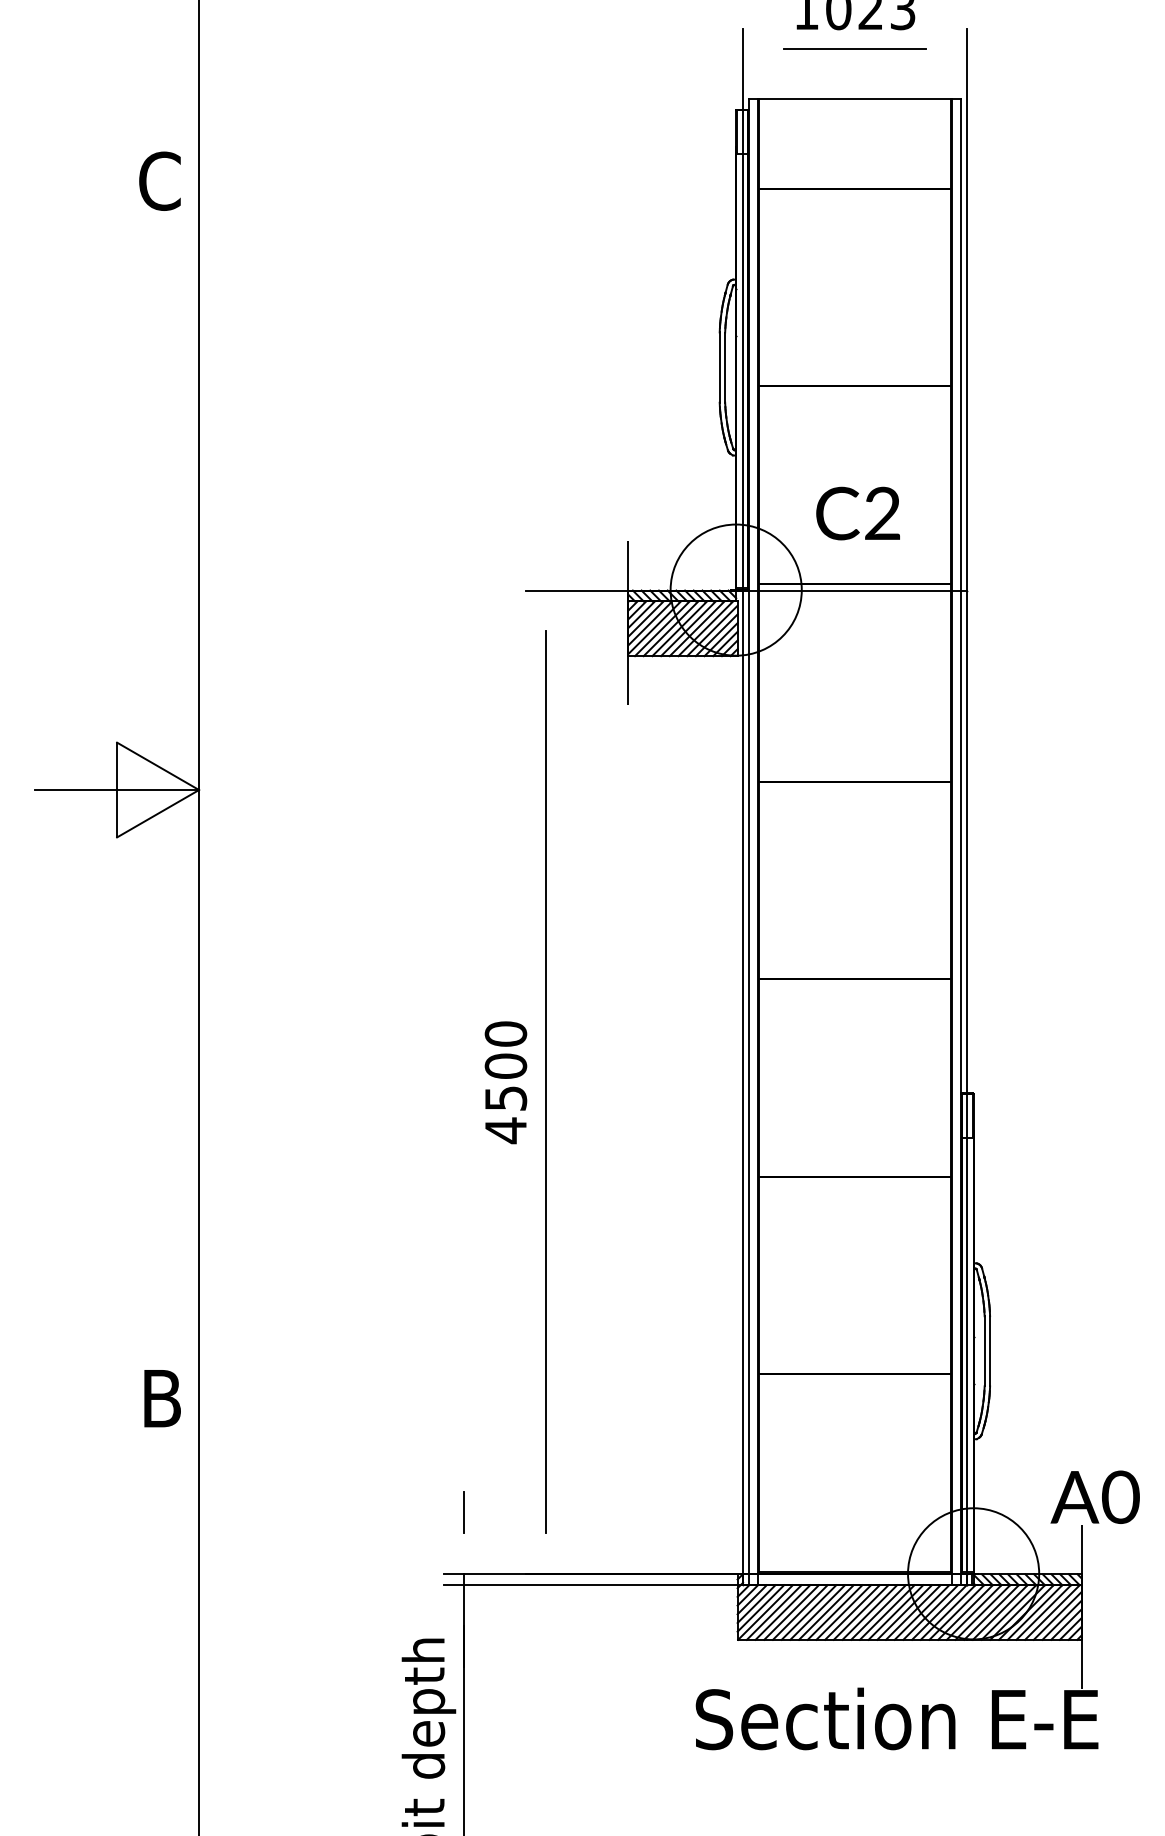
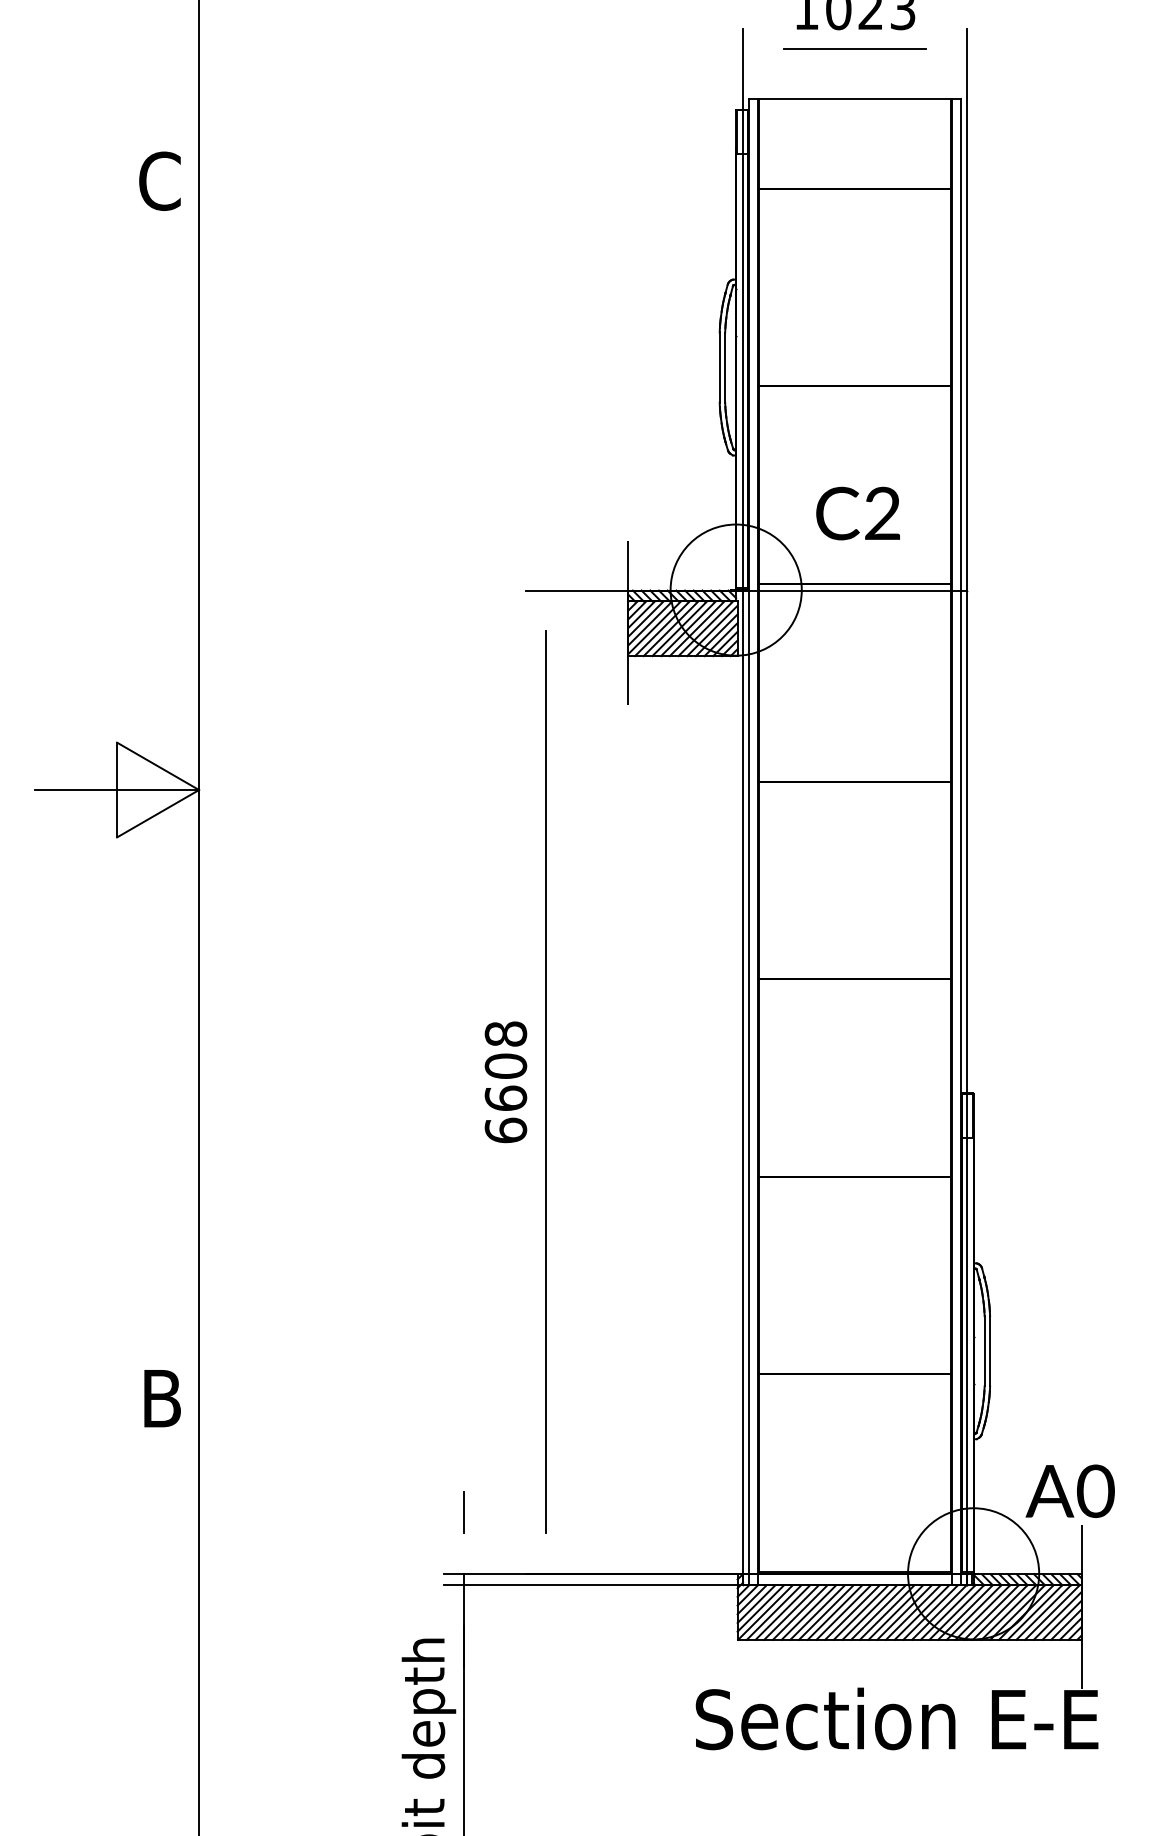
text at (505, 1082): 4500 -> 6608
text at (1094, 1496) position: (1094, 1496) -> (1069, 1490)
